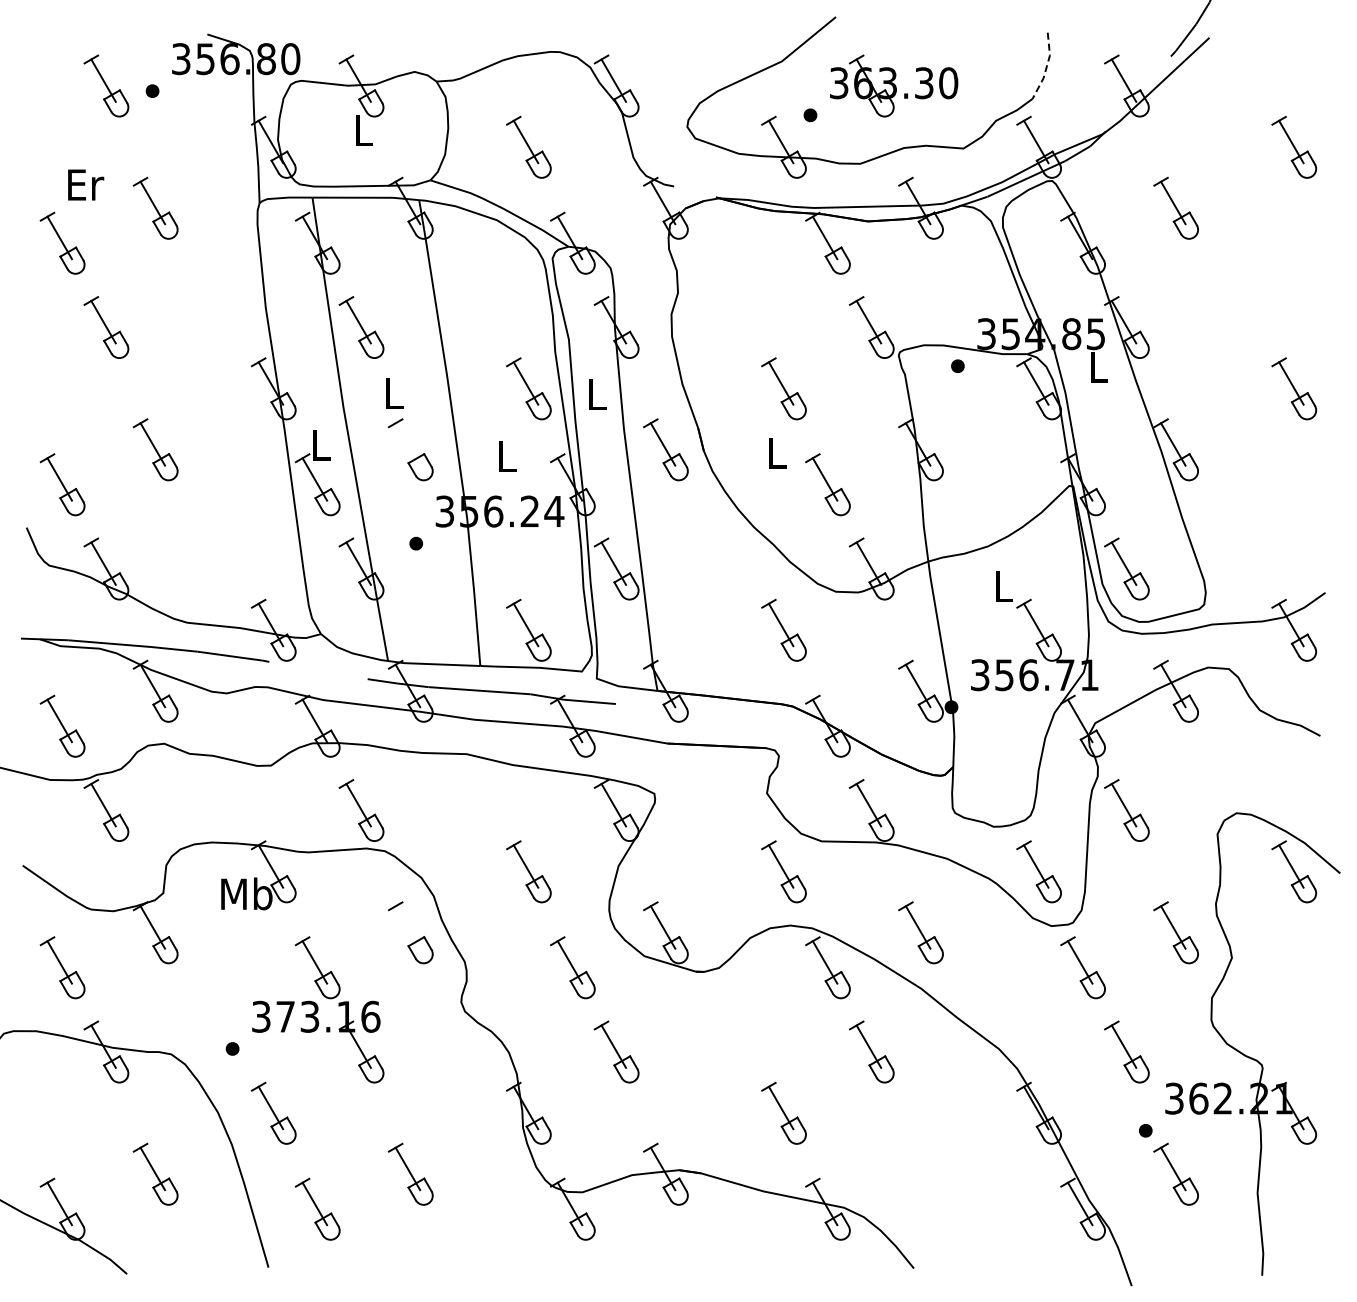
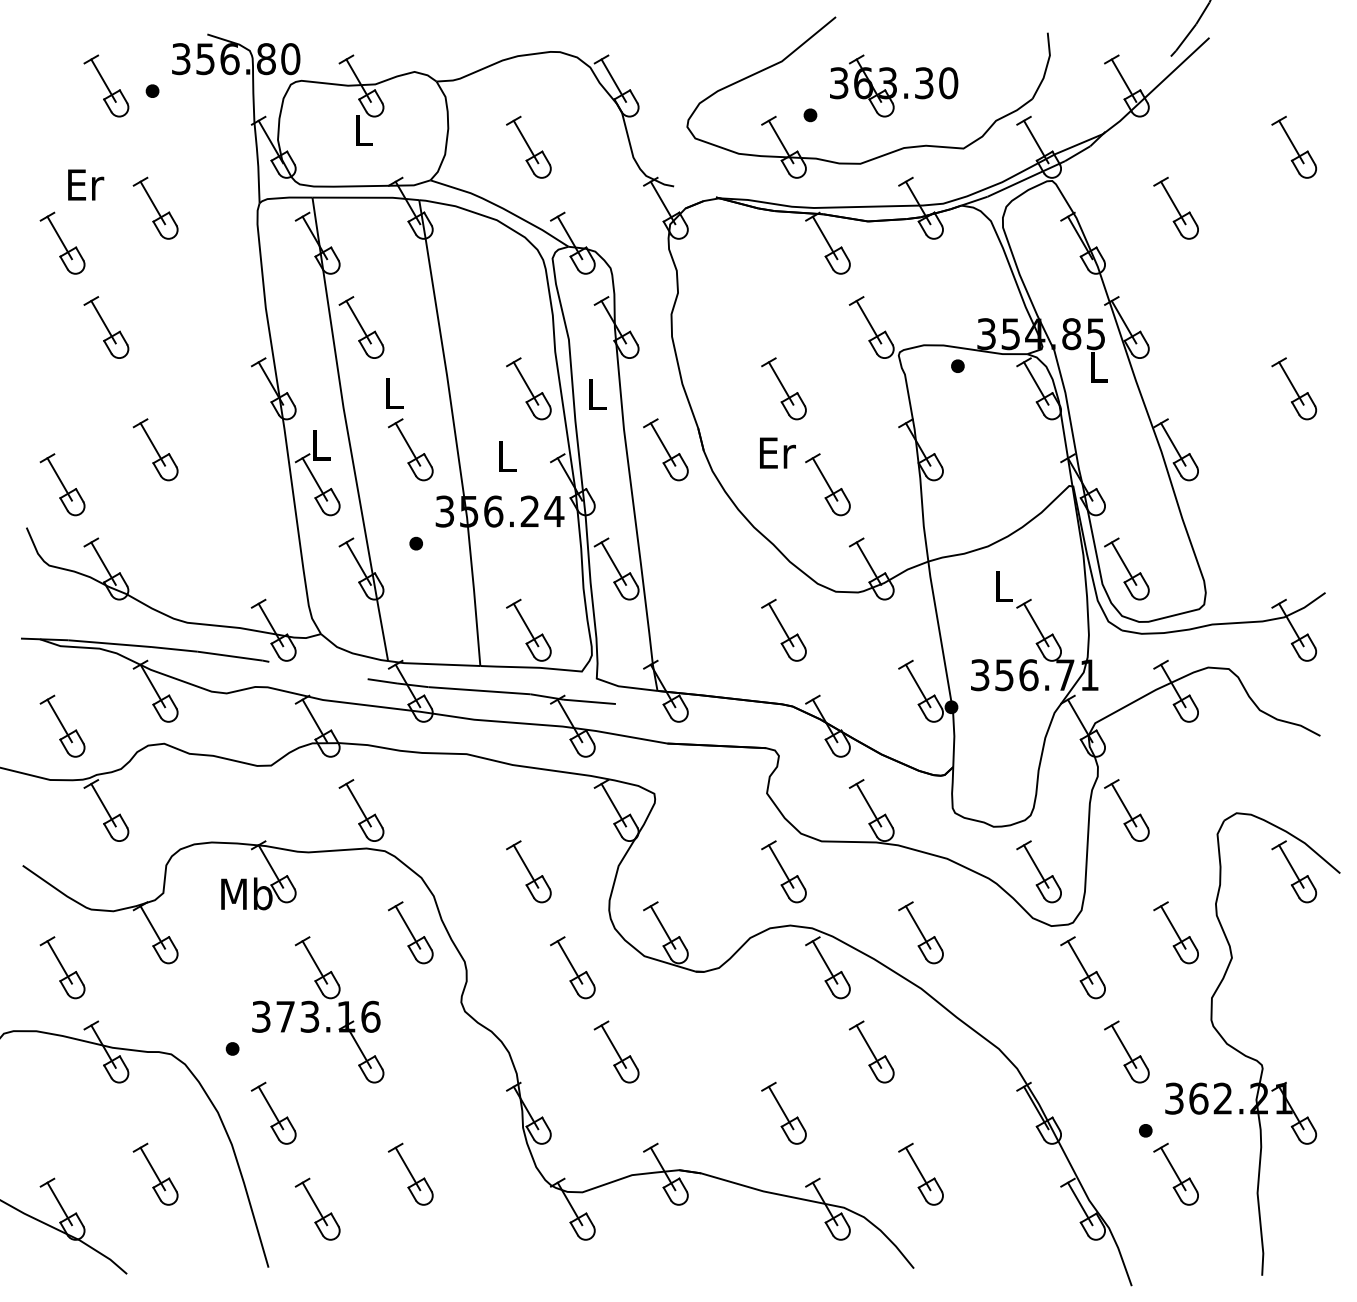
line at (1046, 67): dashed -> solid
line at (407, 444): none -> present
text at (777, 452): L -> Er
line at (407, 927): none -> present
part at (920, 1173): none -> present
